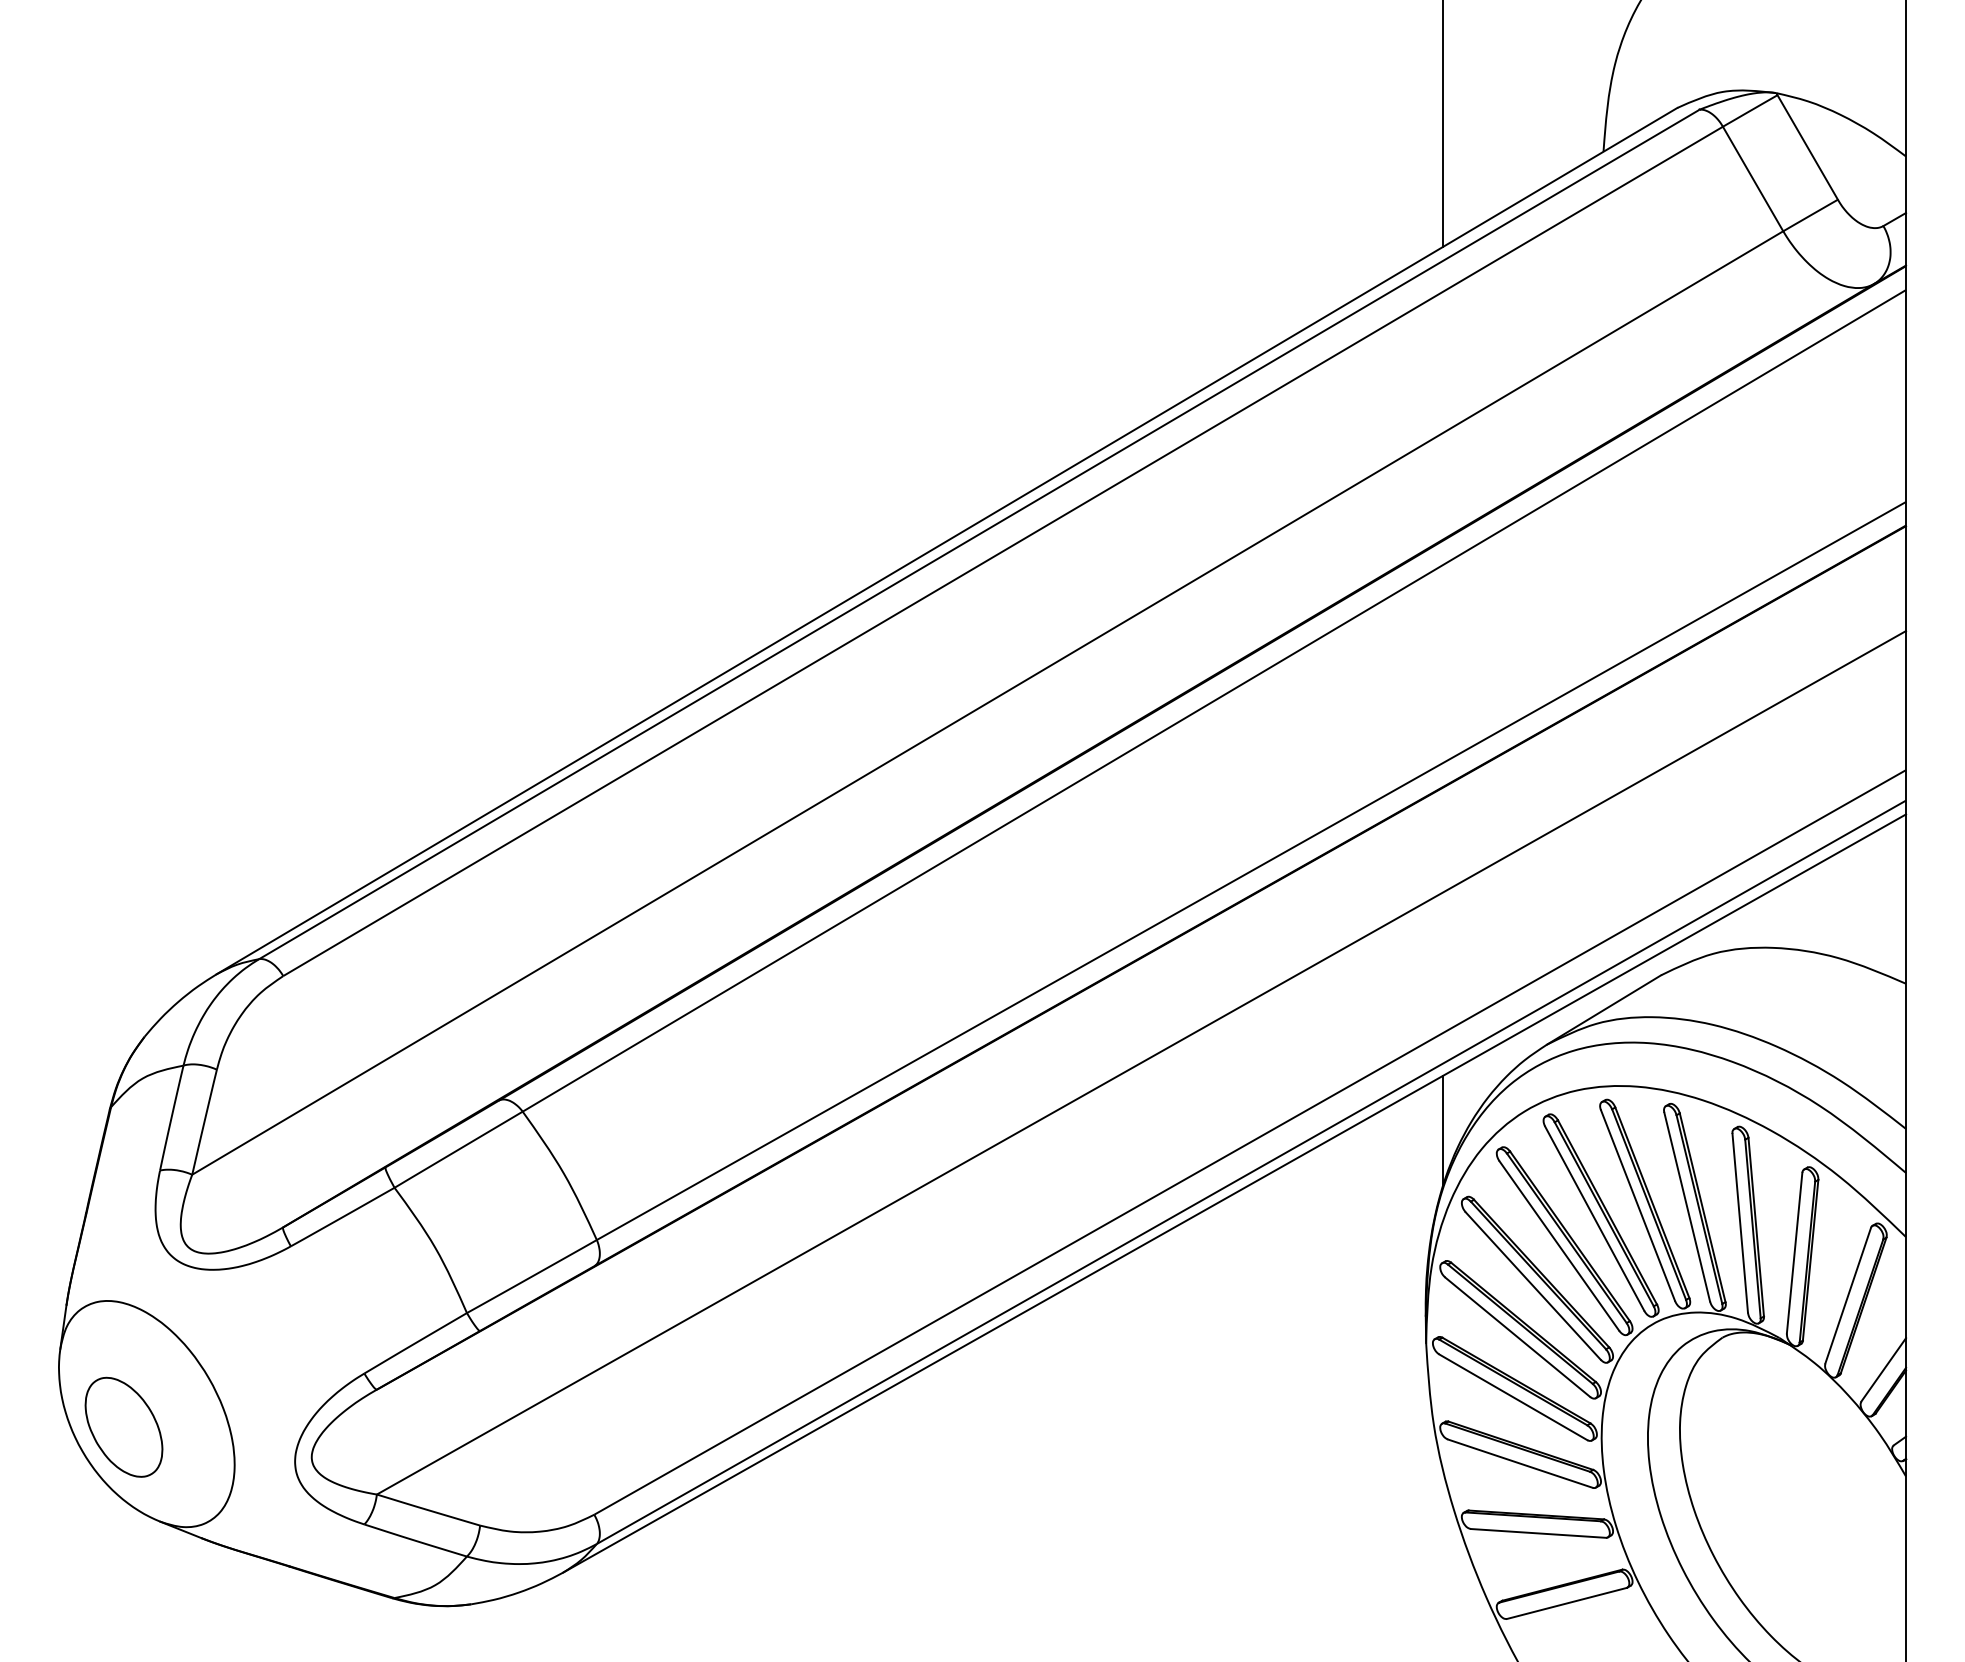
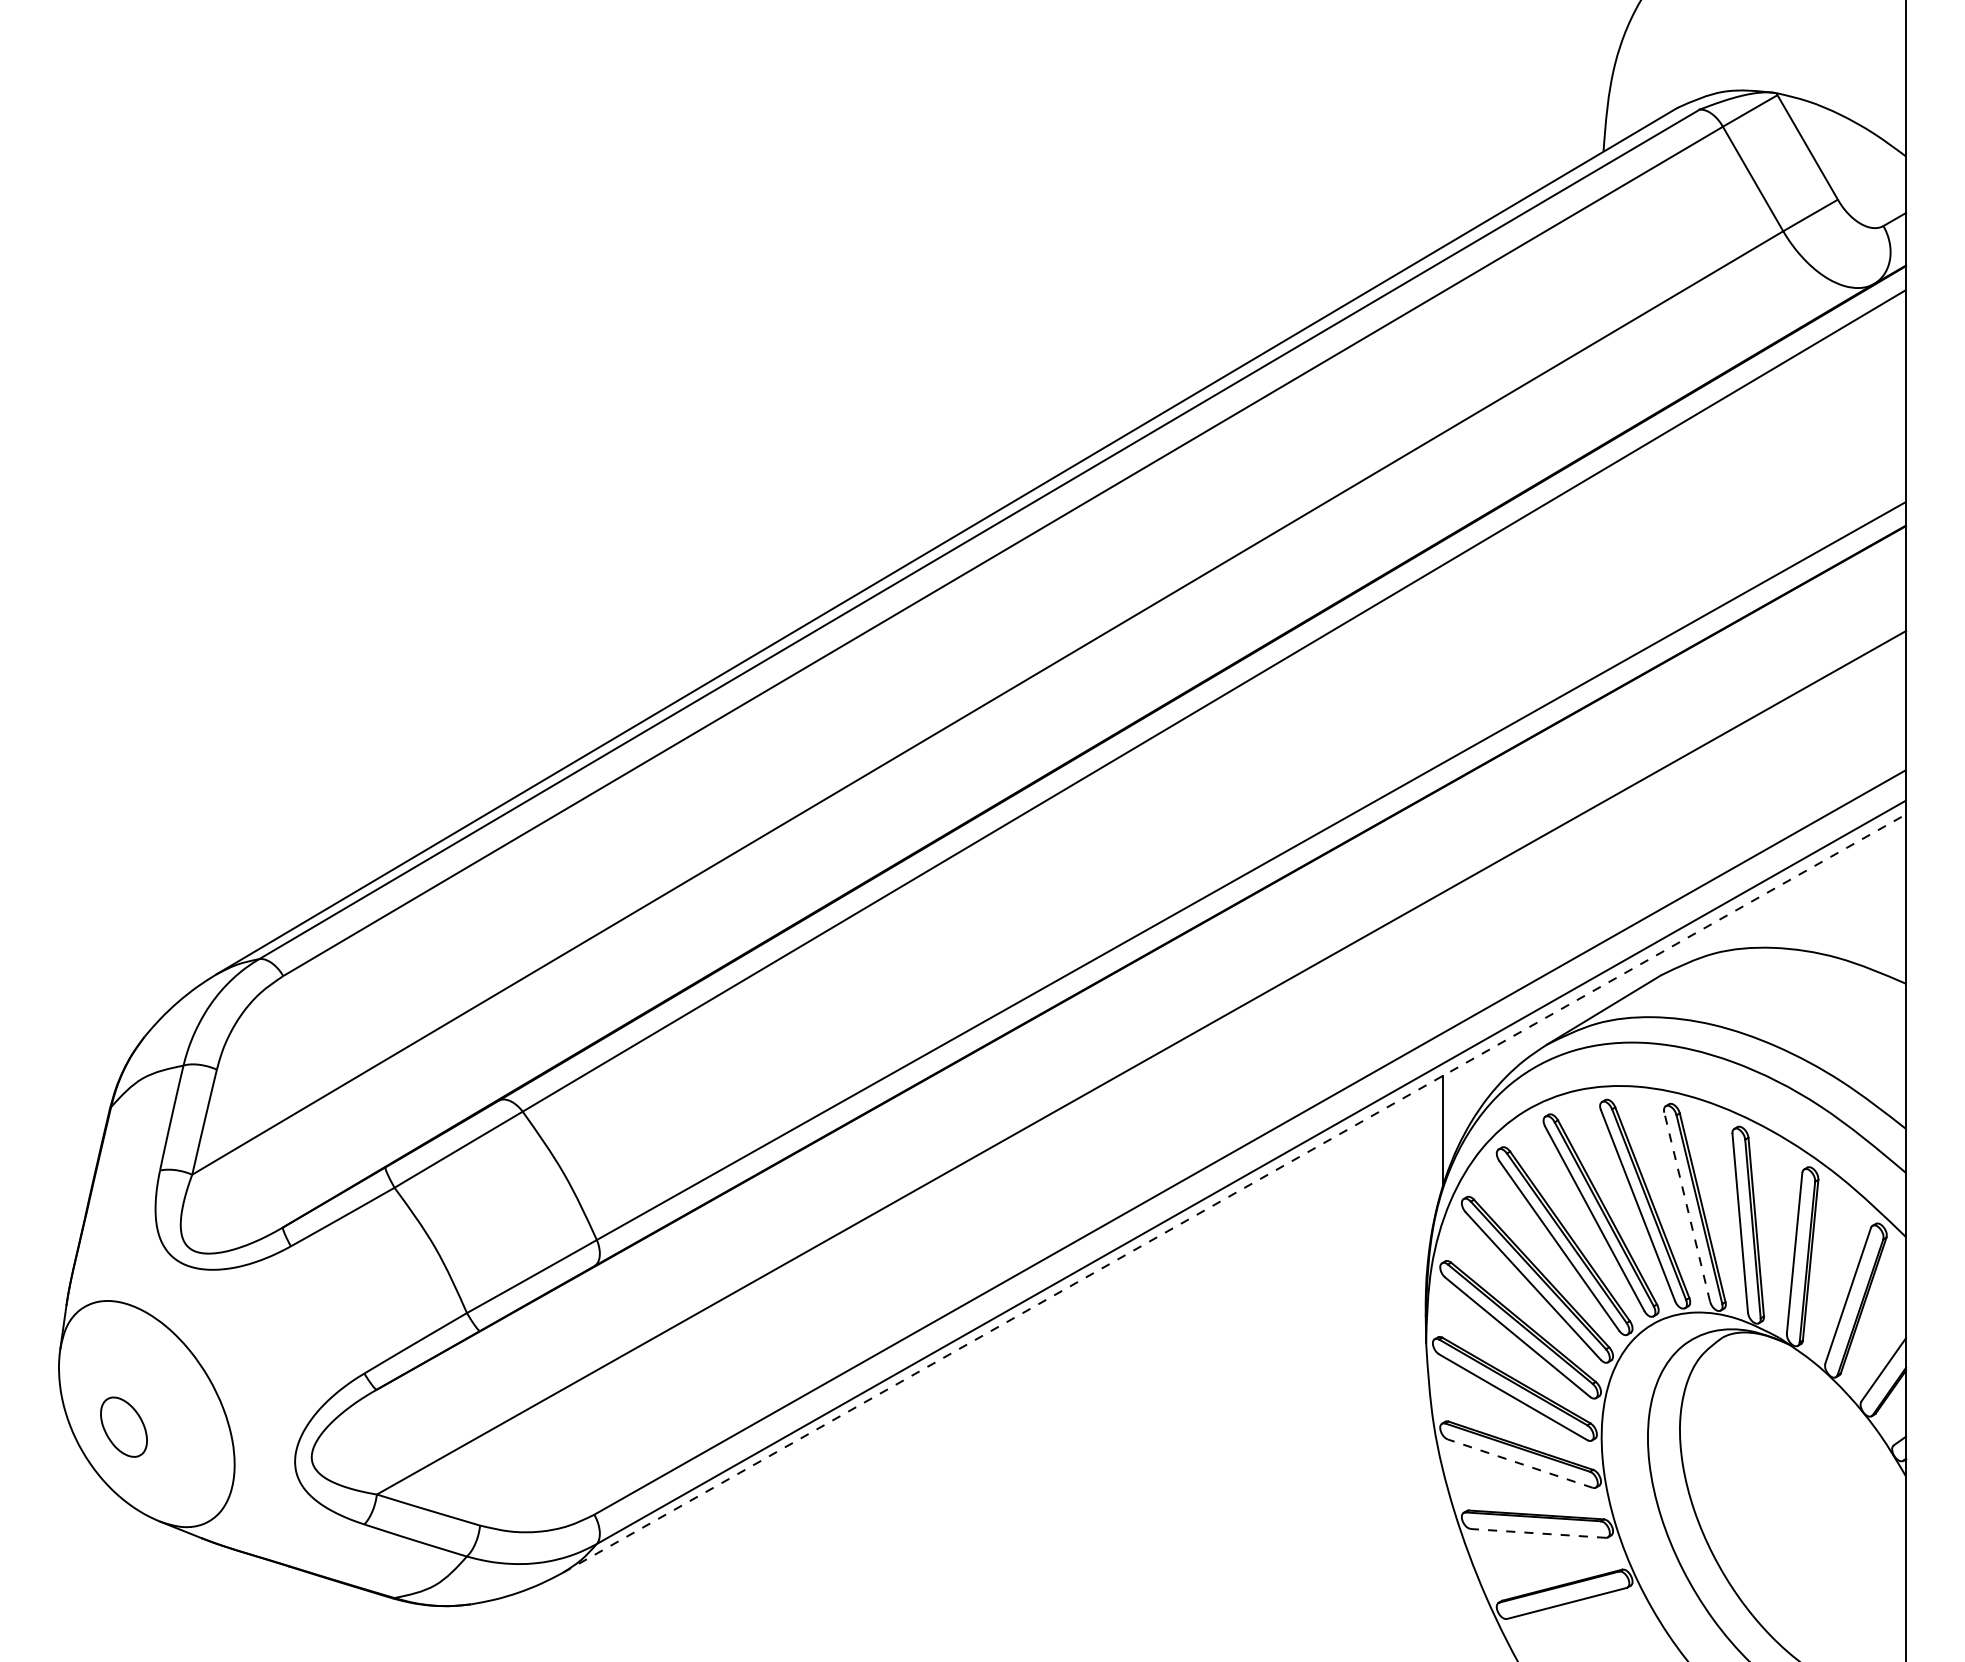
line at (1442, 124): present -> none
line at (1235, 1193): solid -> dashed
line at (1687, 1206): solid -> dashed
part at (123, 1426) size: 80x102 px -> 48x62 px
line at (1519, 1463): solid -> dashed
line at (1538, 1533): solid -> dashed
